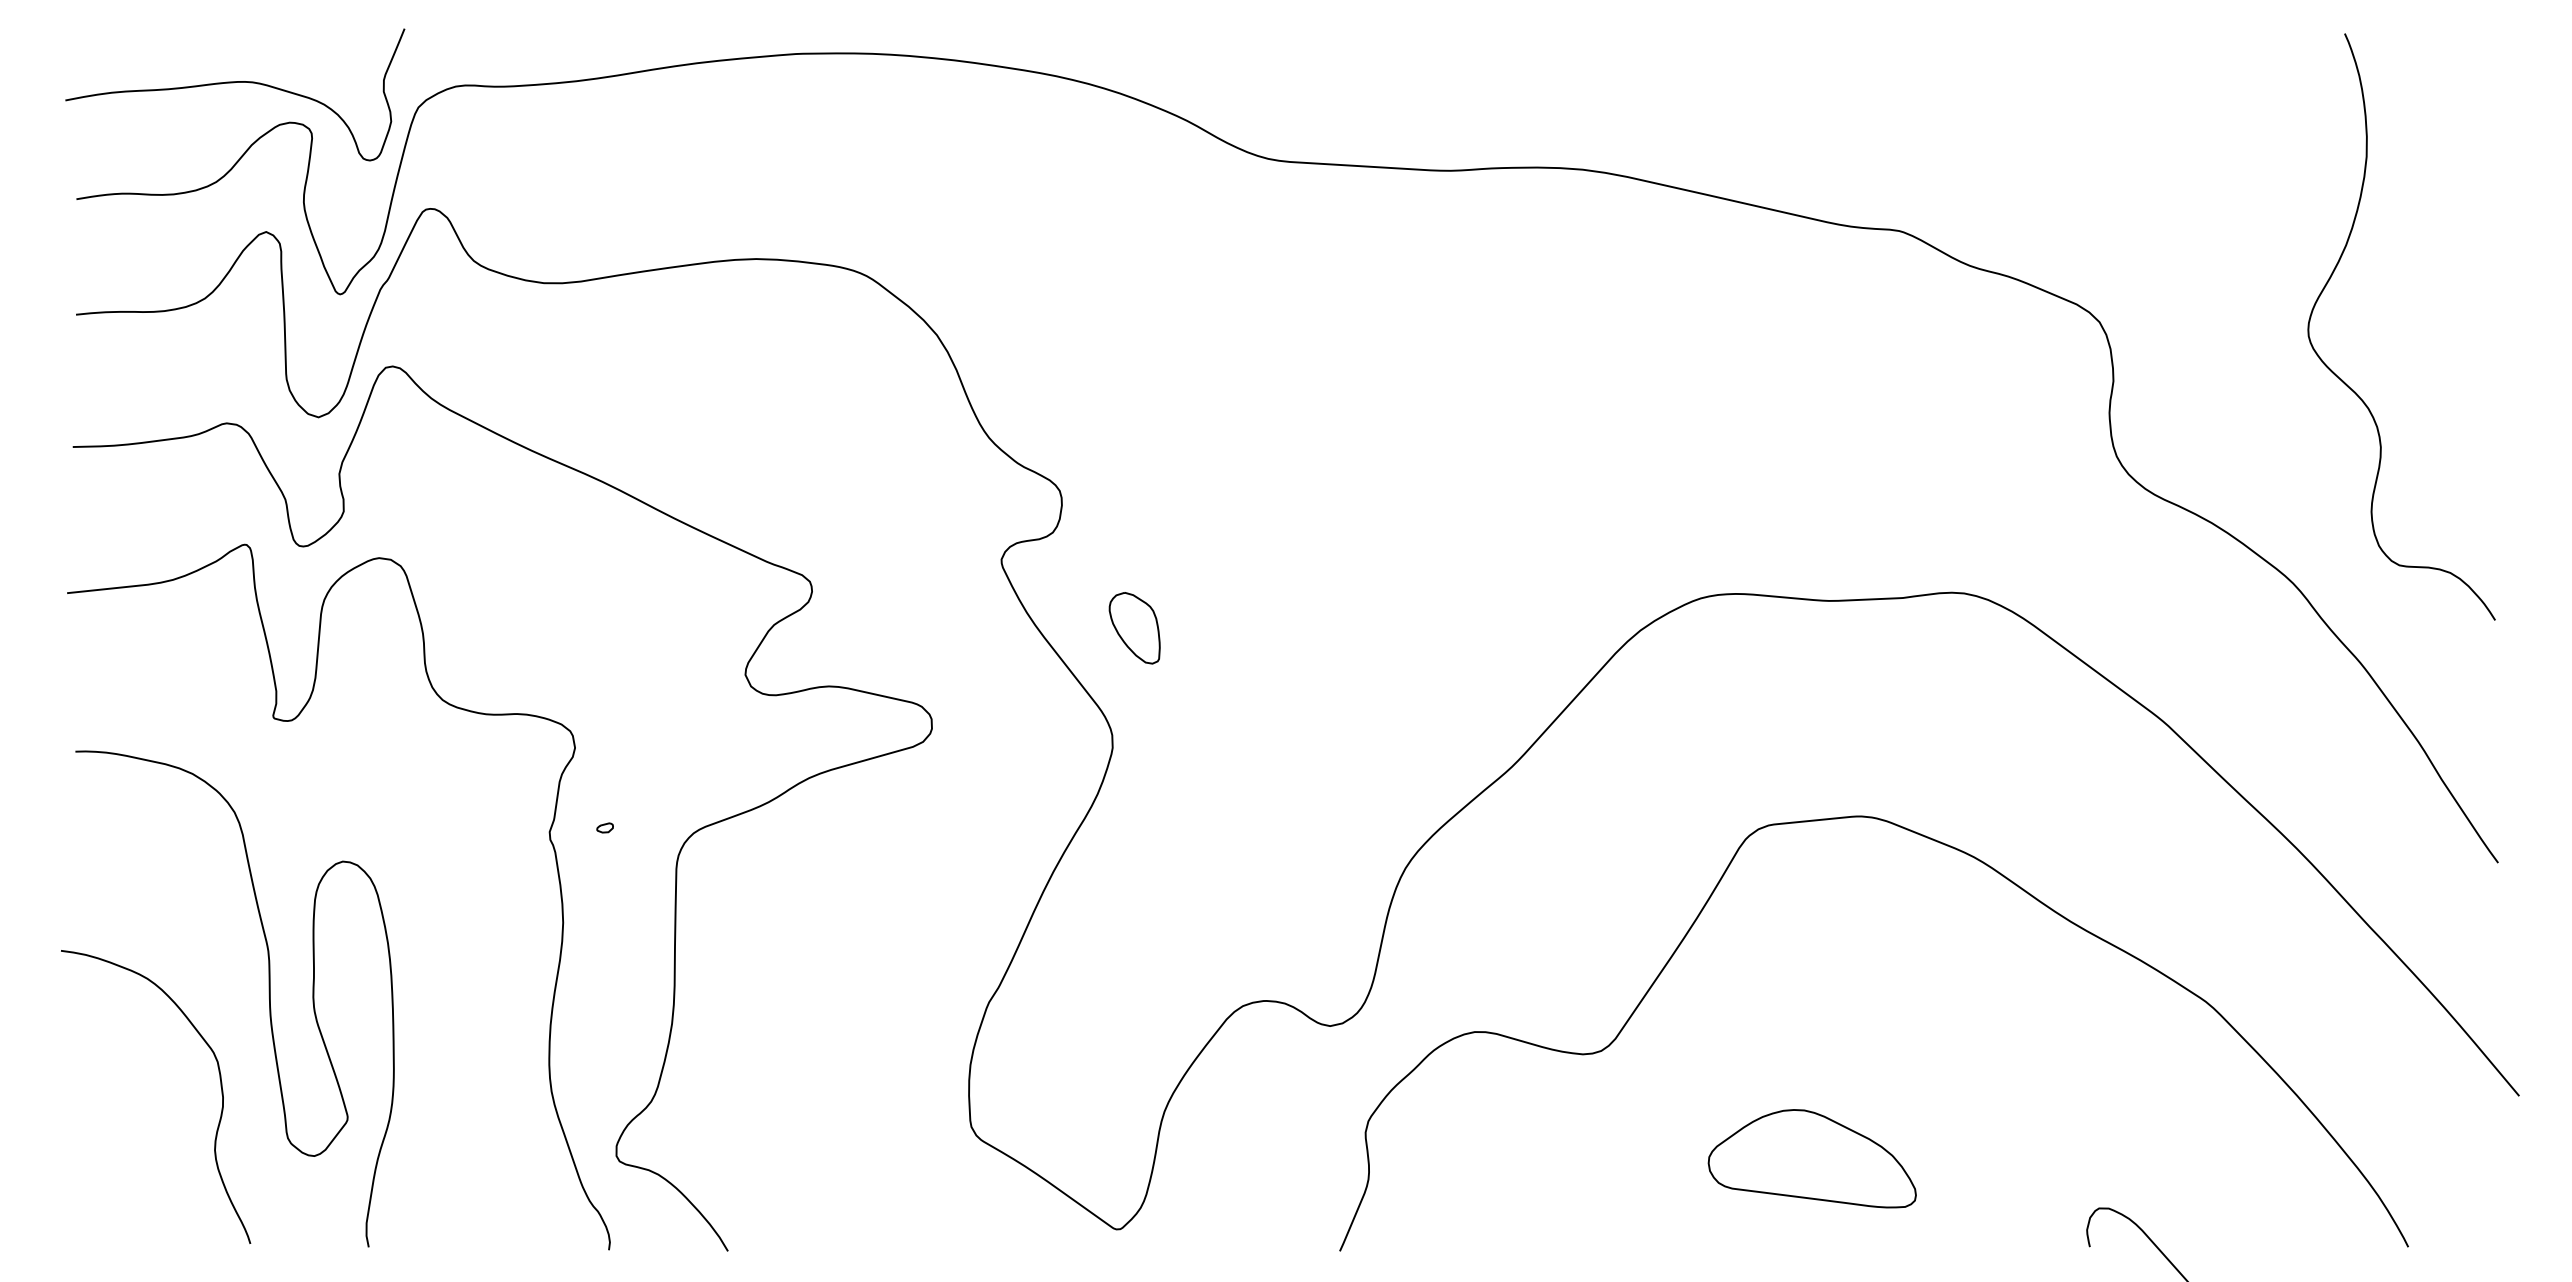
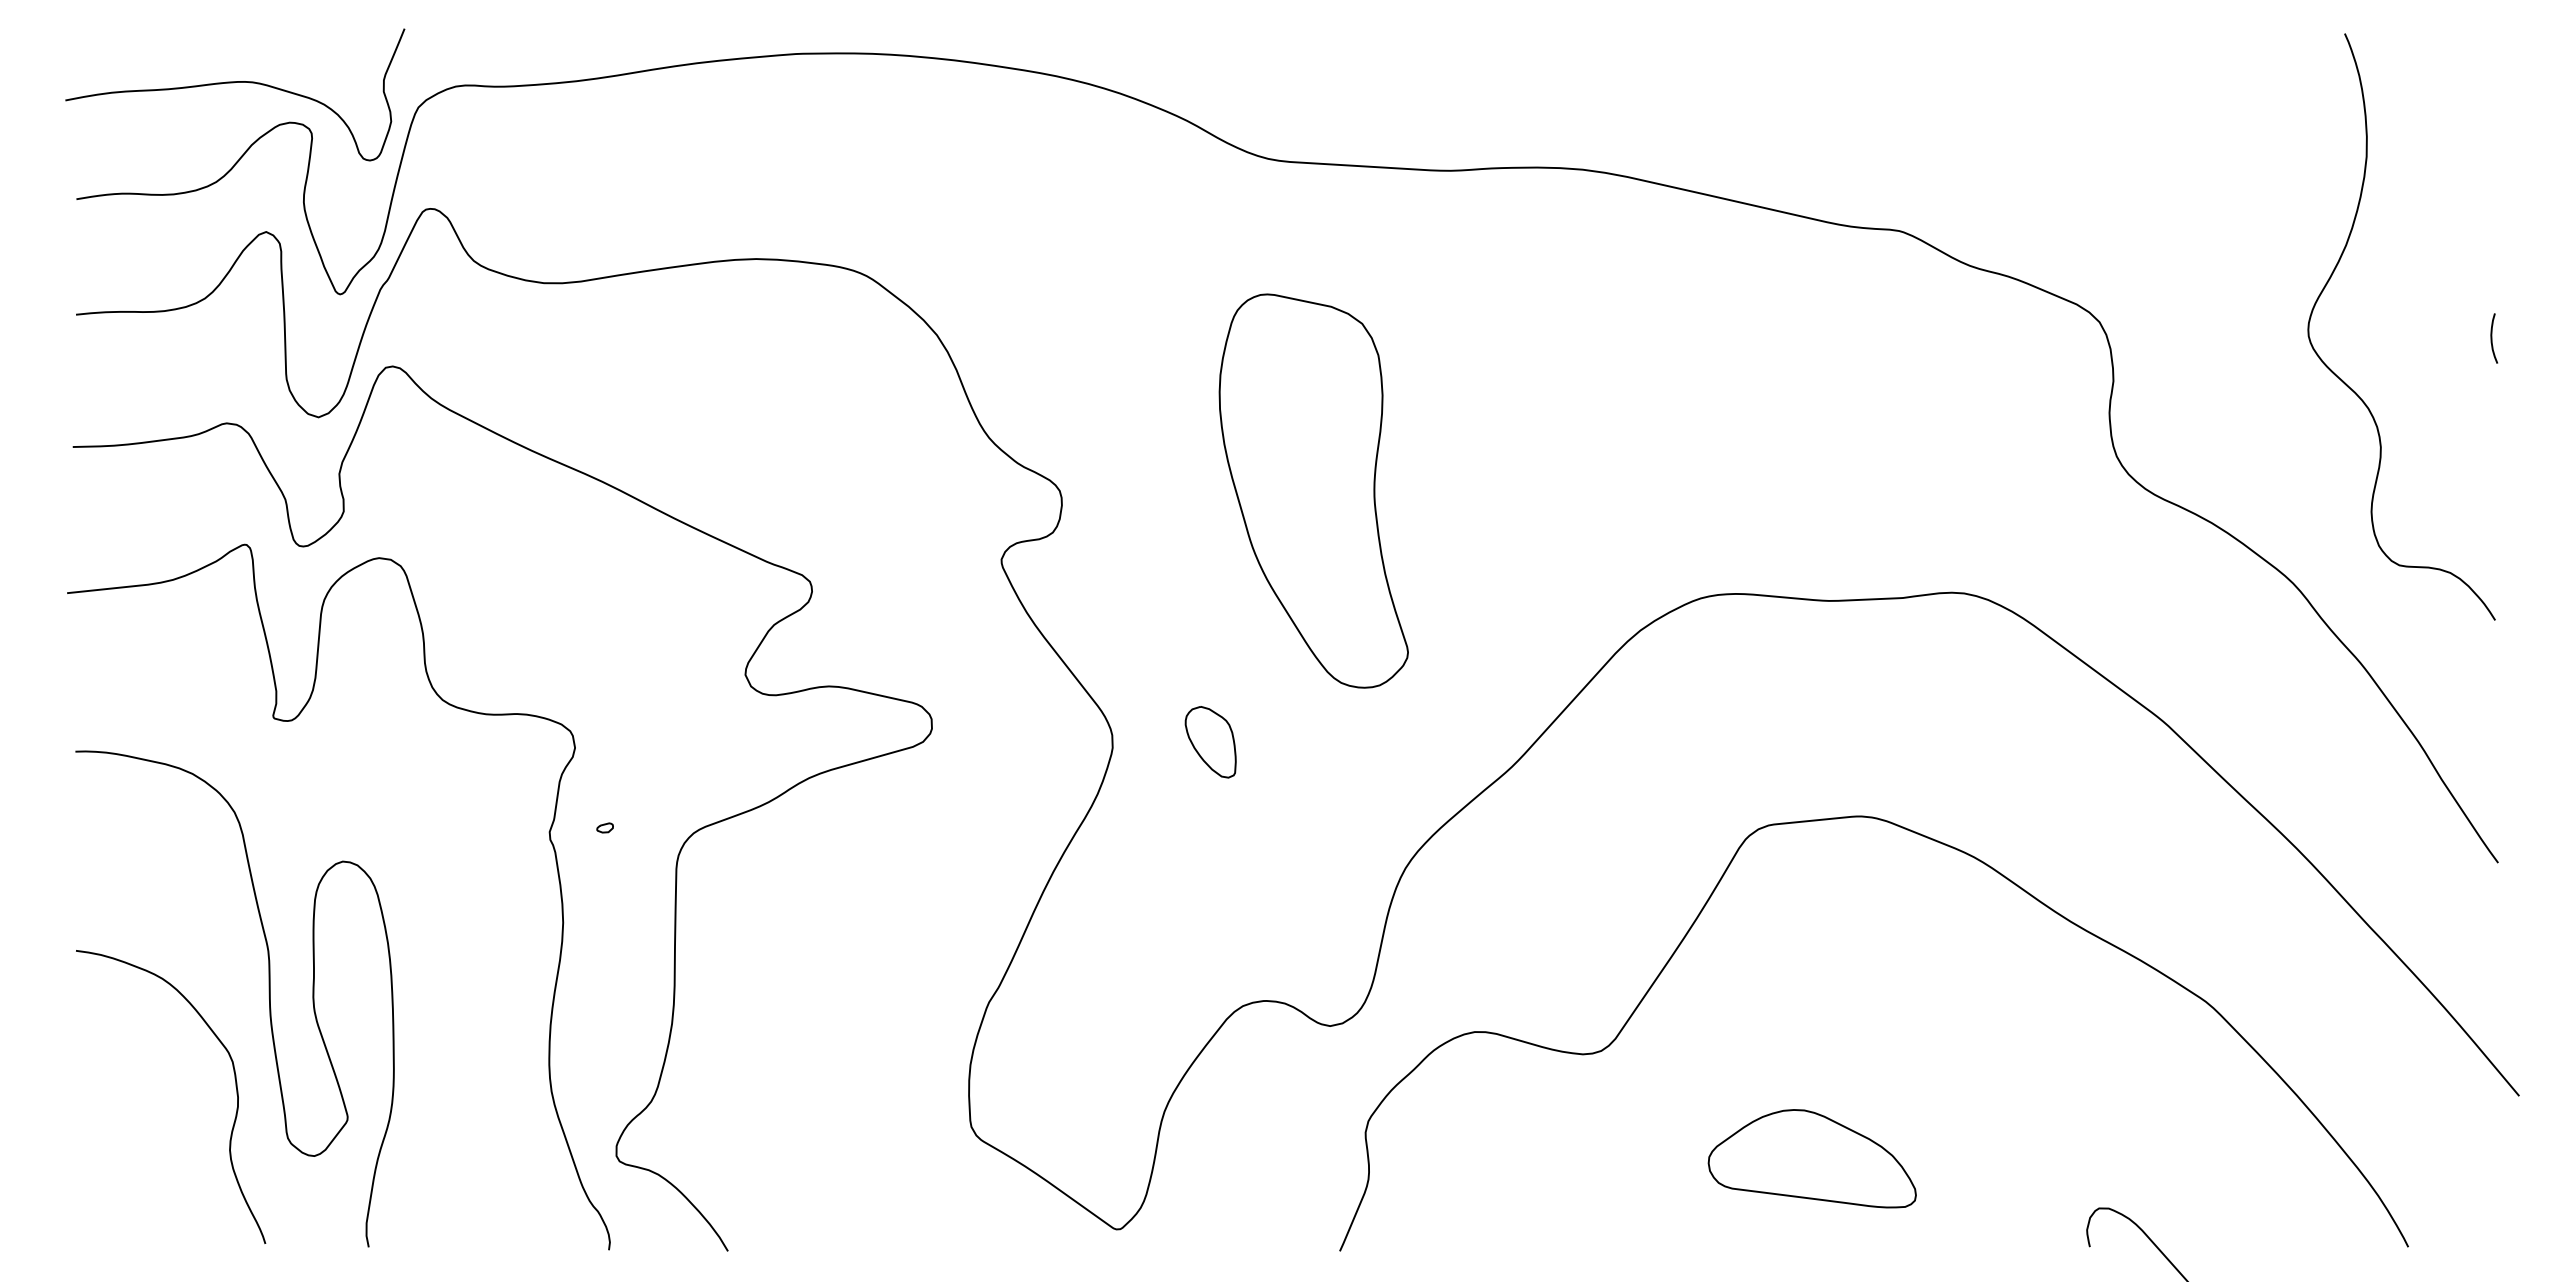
curve at (2492, 338): none -> present
part at (1313, 490): none -> present
part at (1134, 628) position: (1134, 628) -> (1210, 742)
curve at (220, 1086) position: (220, 1086) -> (235, 1086)
